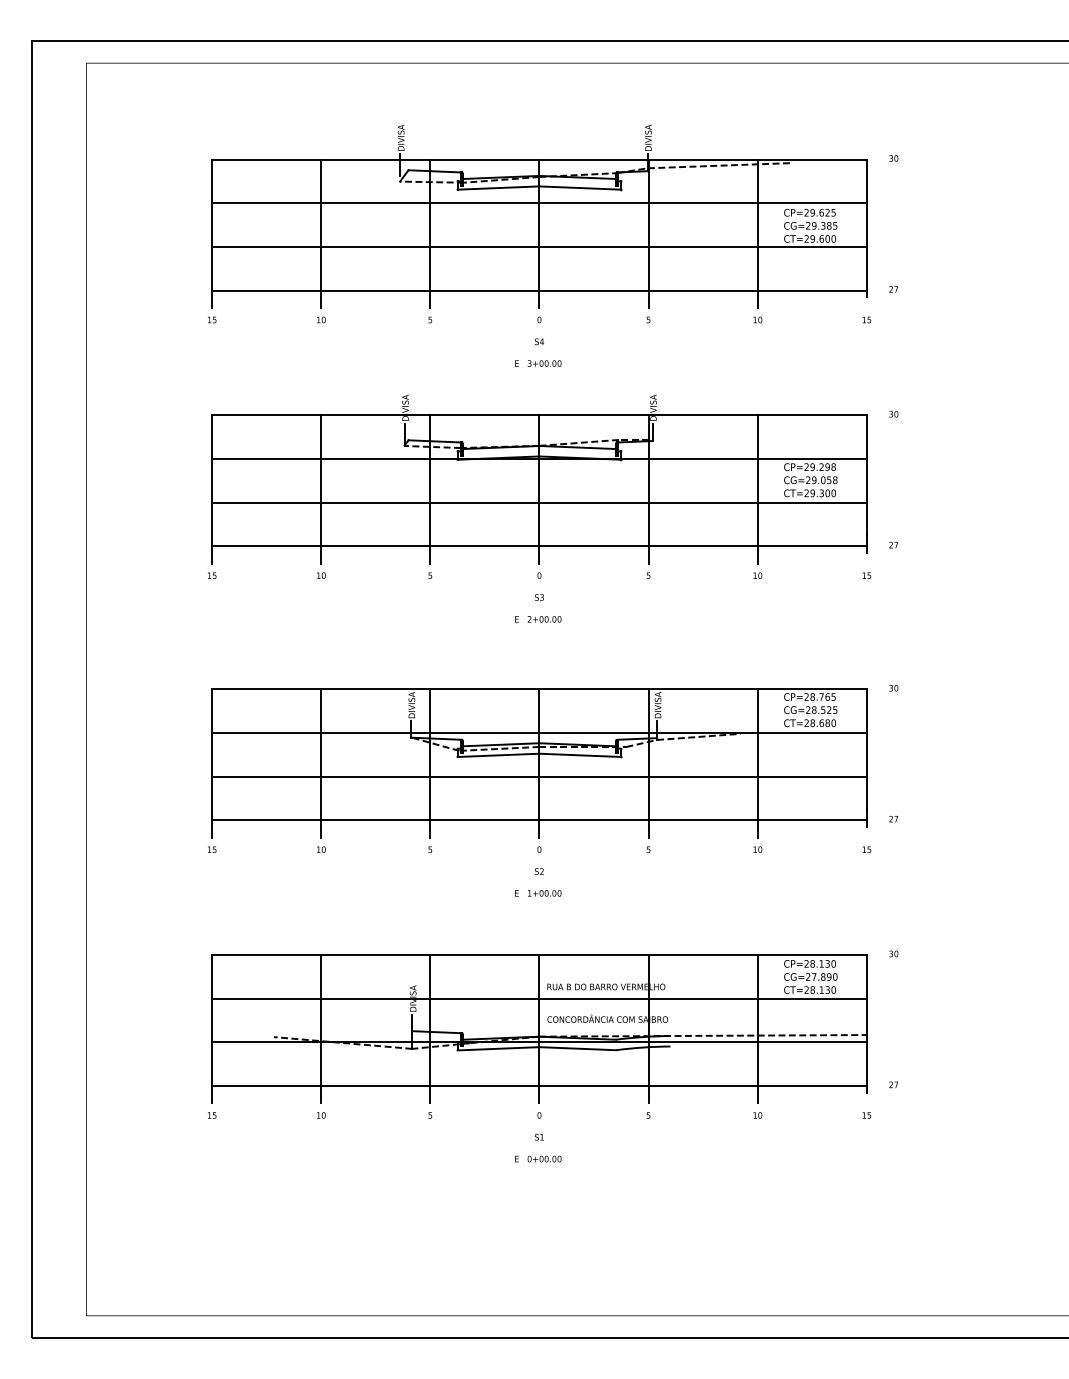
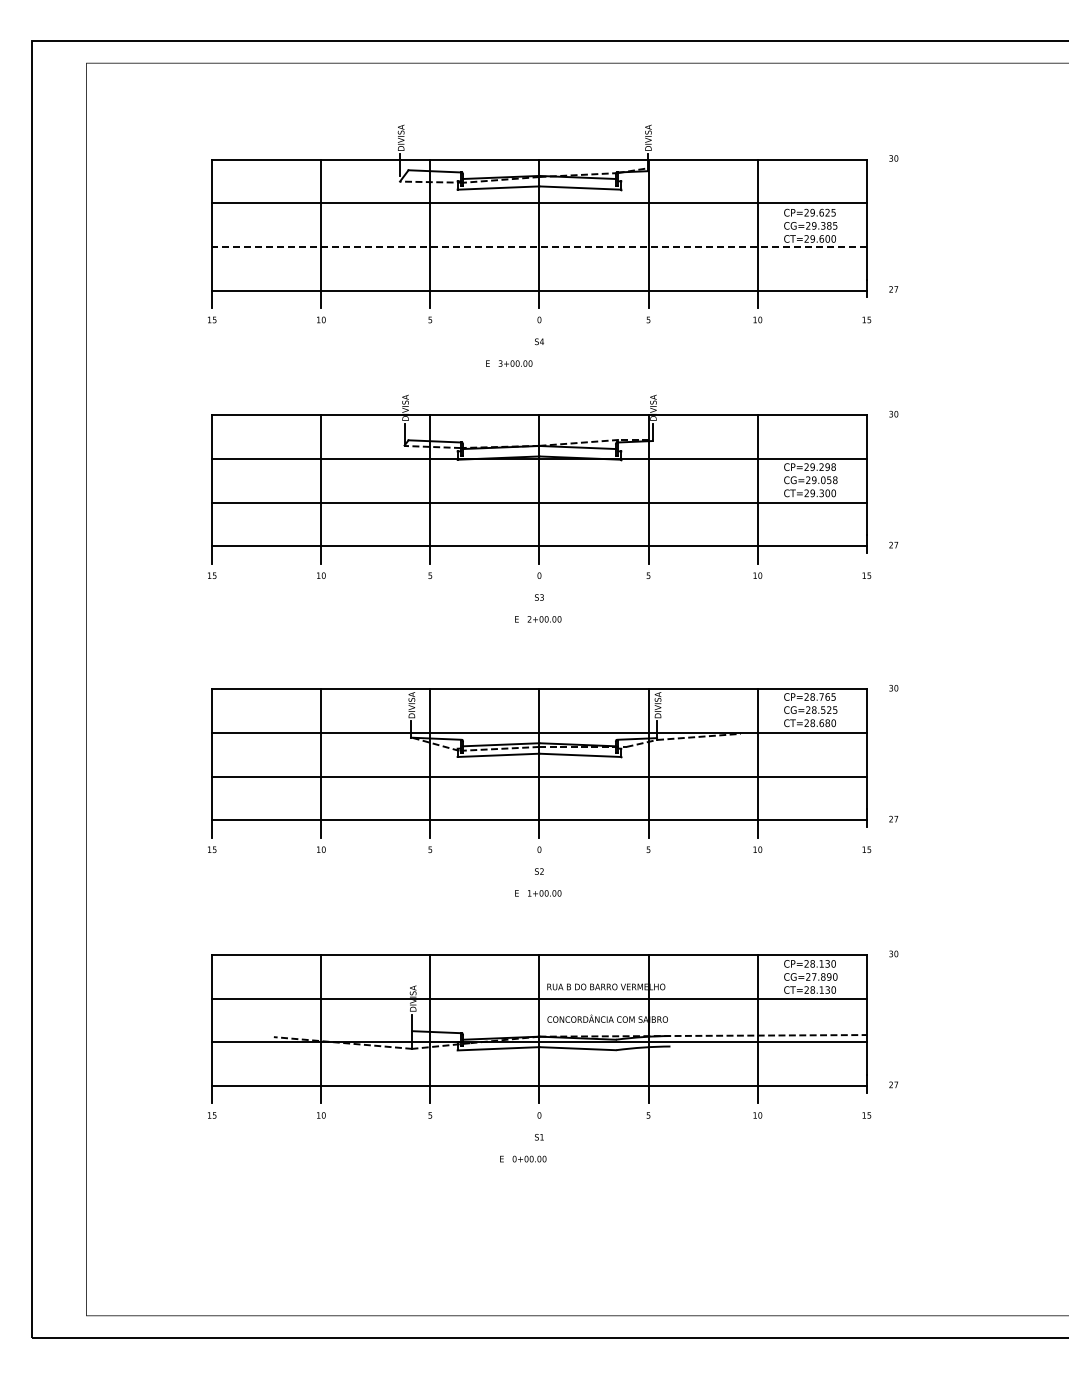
line at (719, 165): present -> none
line at (538, 246): solid -> dashed
text at (538, 363) position: (538, 363) -> (509, 363)
text at (538, 1158) position: (538, 1158) -> (523, 1158)
